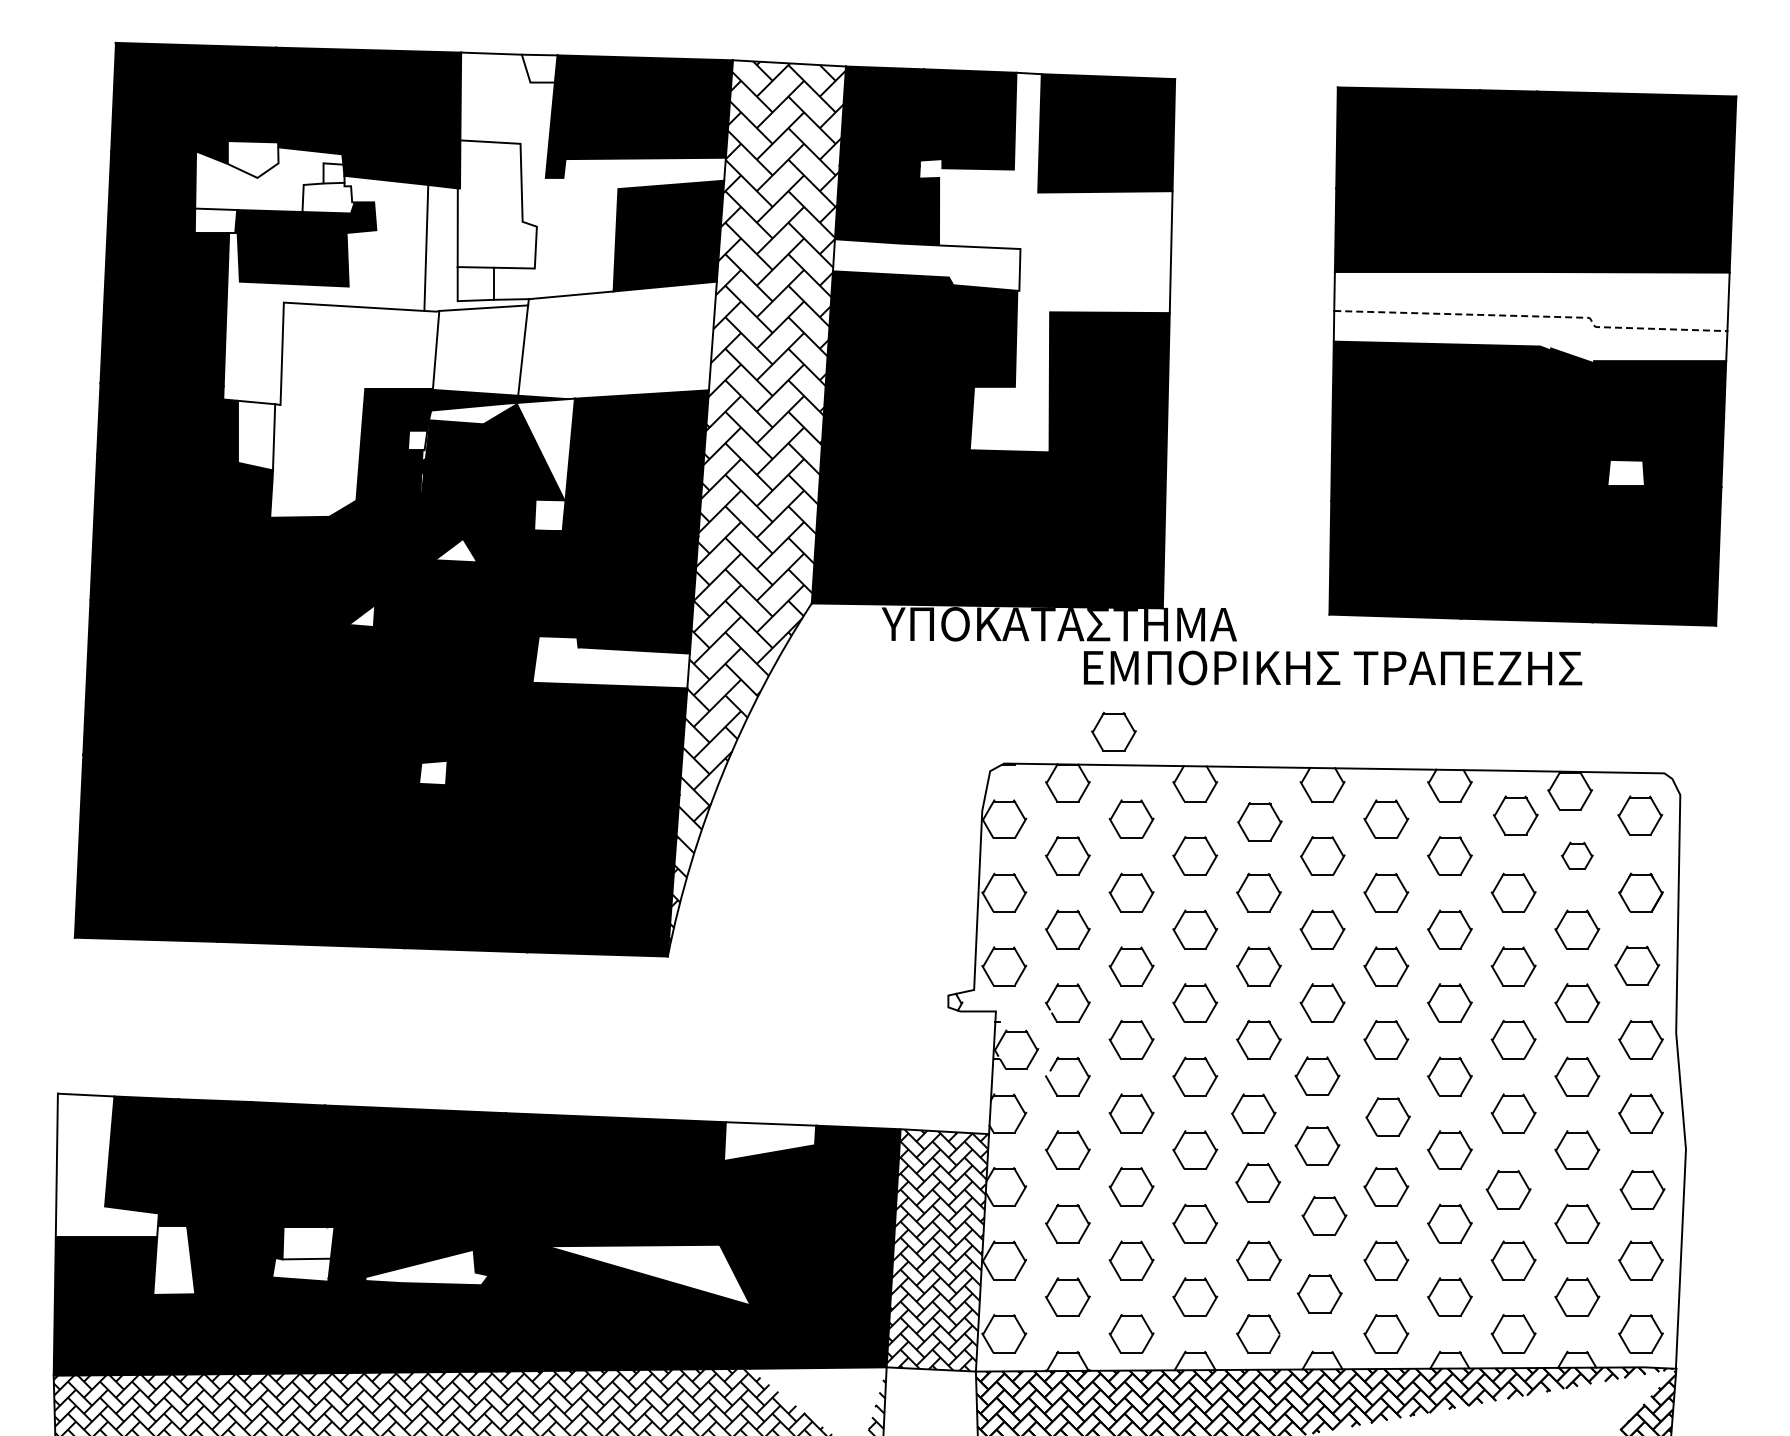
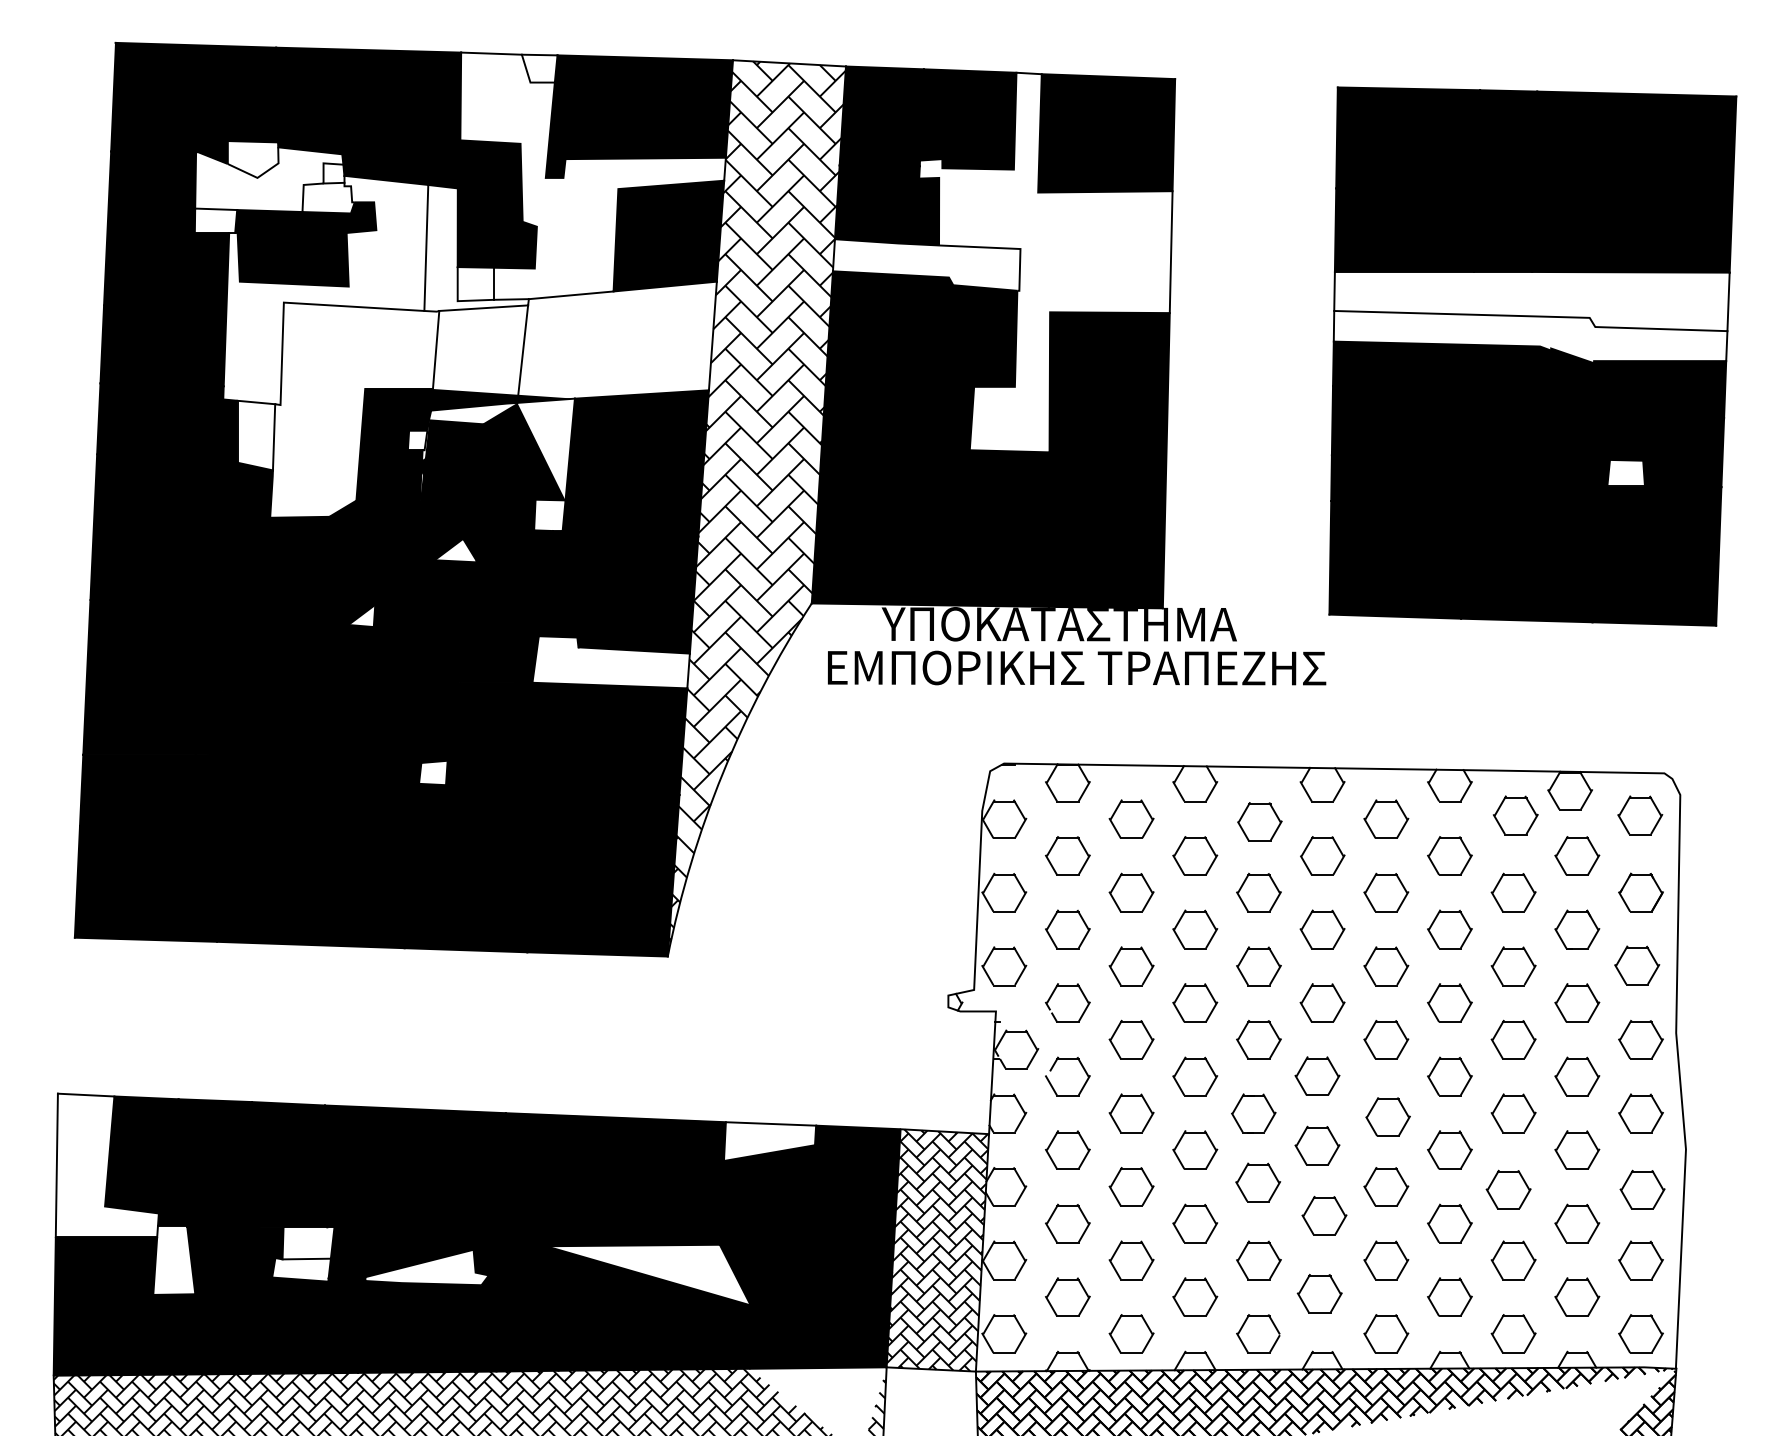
fill at (496, 204): none -> present
line at (1534, 316): dashed -> solid
text at (1333, 667) position: (1333, 667) -> (1077, 667)
part at (1113, 731): present -> none
part at (1577, 855) size: 33x29 px -> 47x40 px
